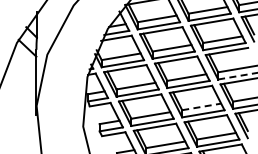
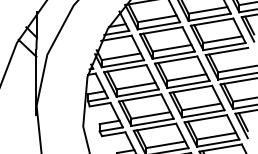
line at (237, 76): dashed -> solid
line at (201, 106): dashed -> solid
